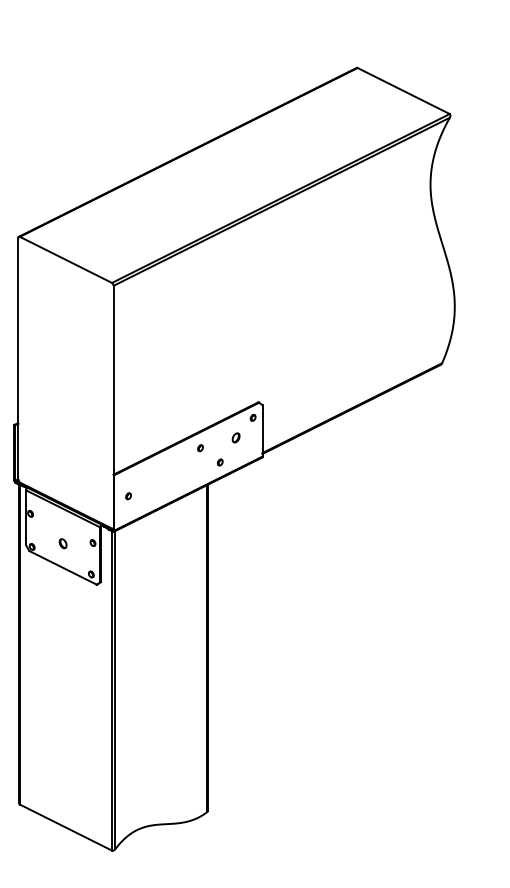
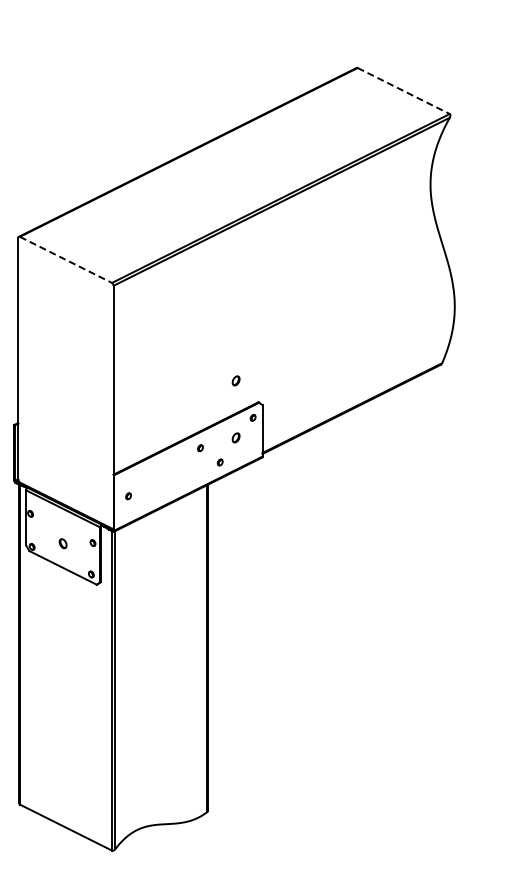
line at (404, 91): solid -> dashed
line at (66, 260): solid -> dashed
part at (235, 380): none -> present
